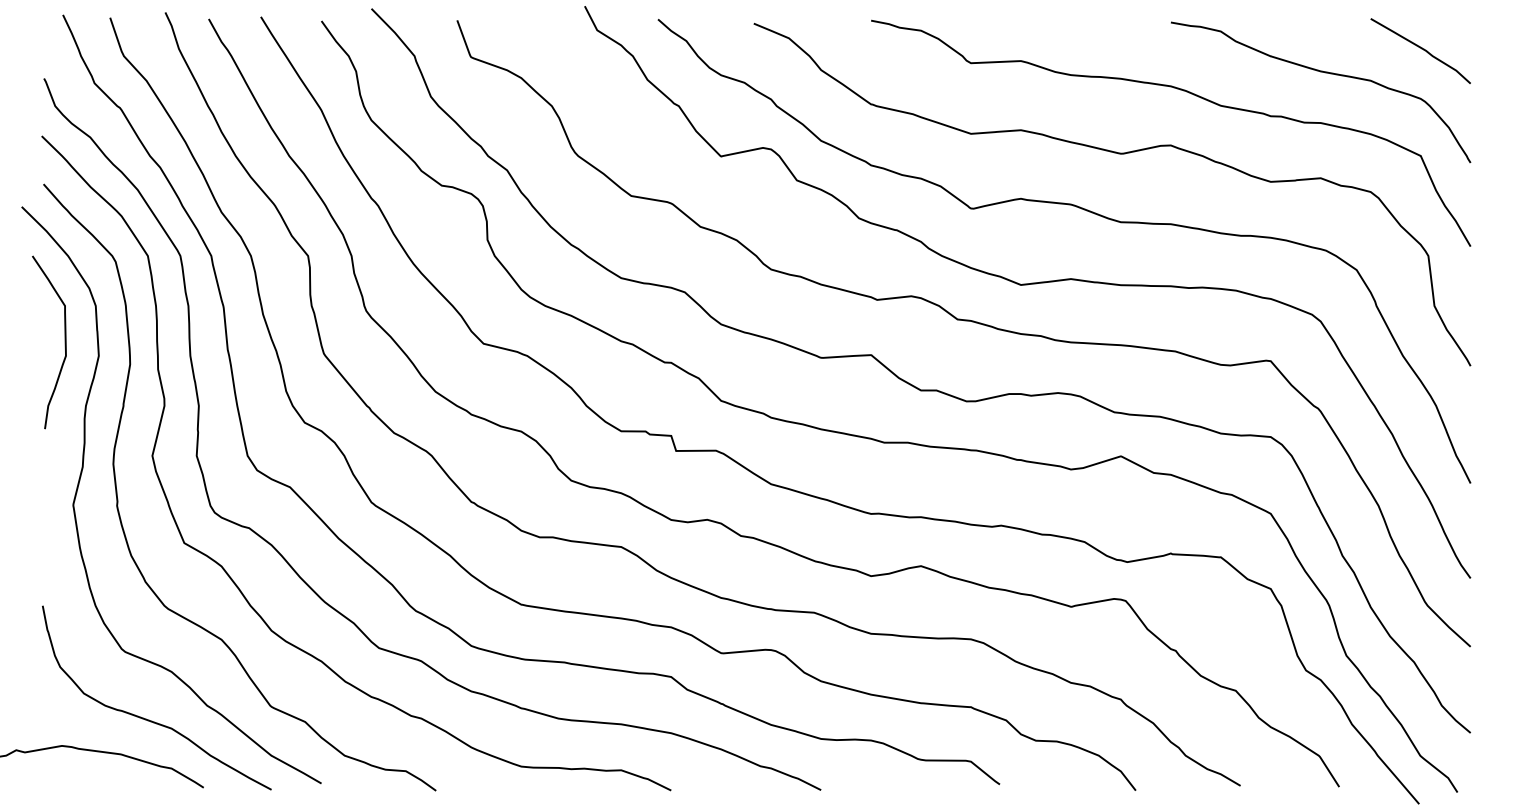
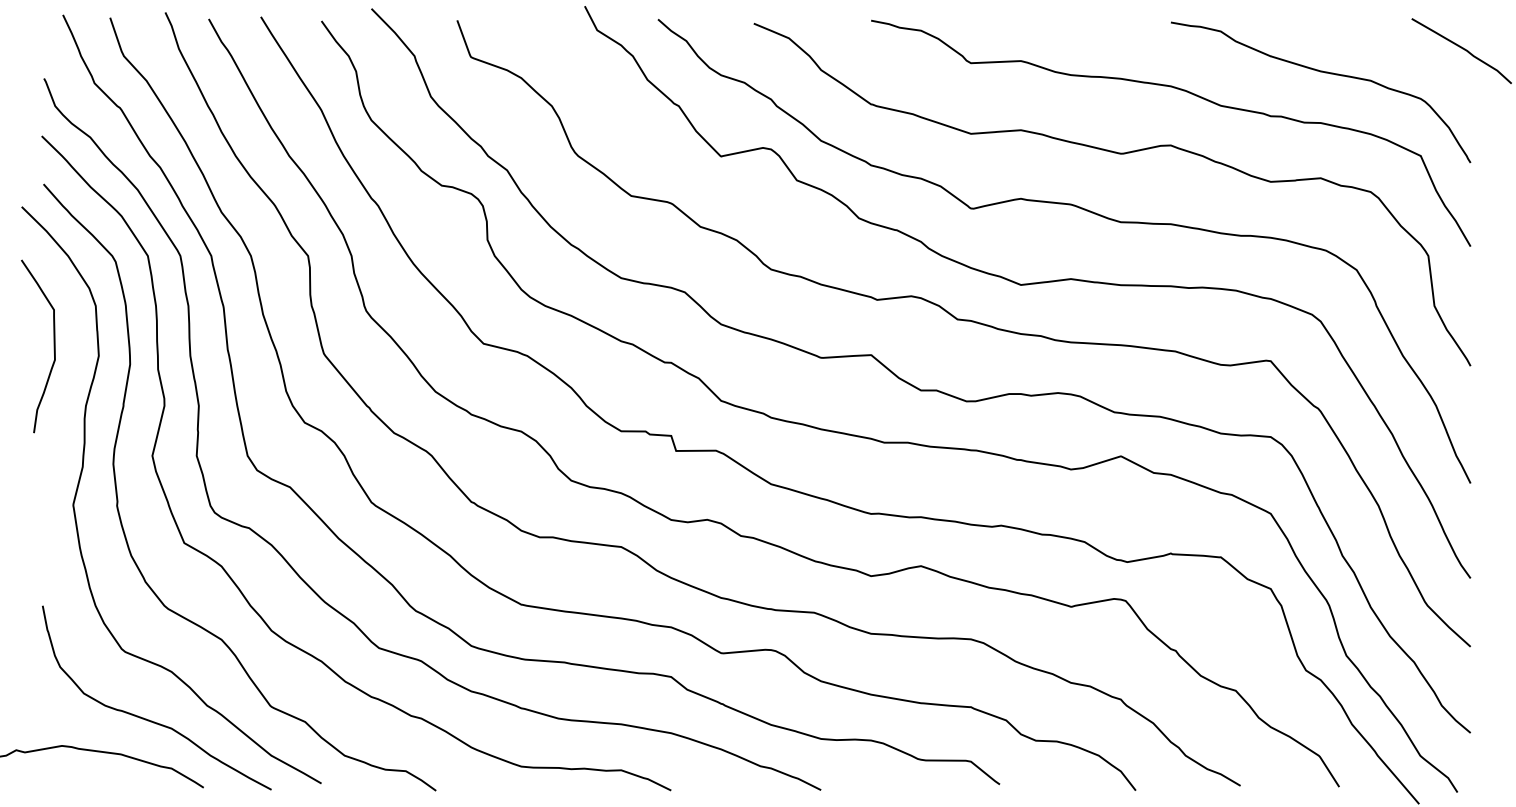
curve at (1421, 49) position: (1421, 49) -> (1462, 49)
curve at (64, 342) position: (64, 342) -> (53, 346)
